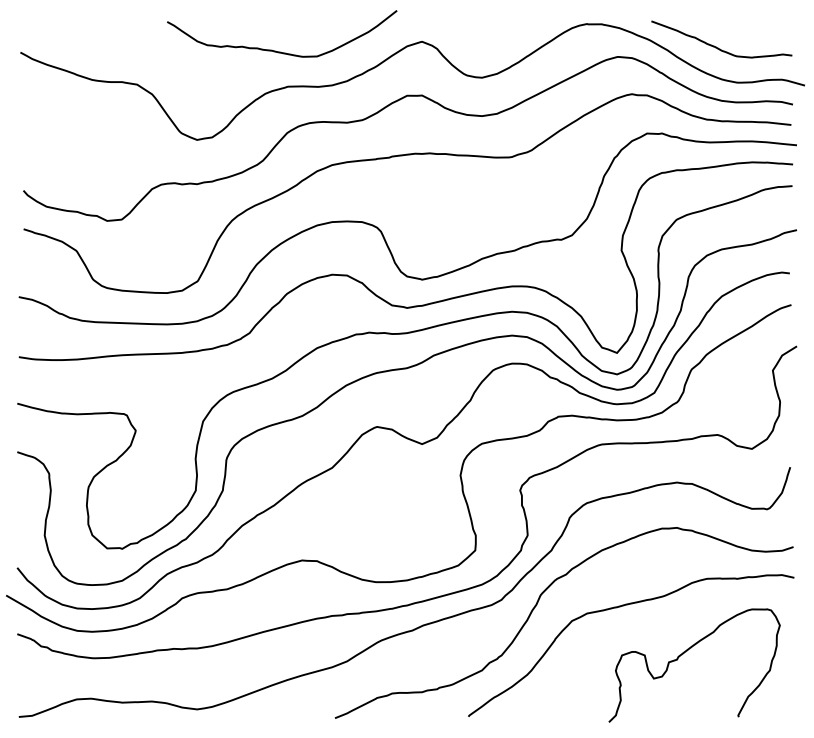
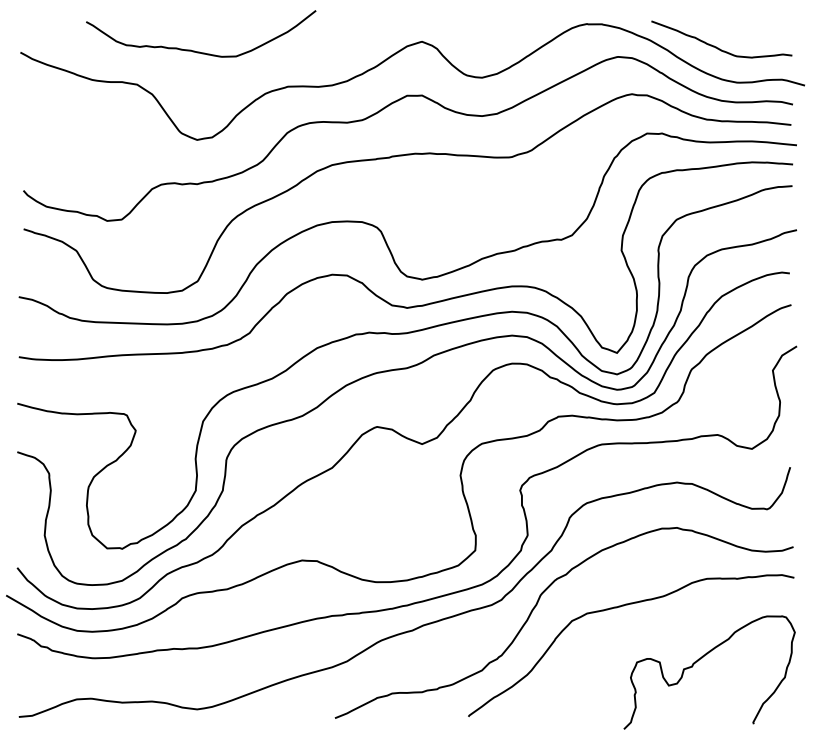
curve at (280, 51) position: (280, 51) -> (199, 51)
curve at (683, 654) position: (683, 654) -> (698, 661)
